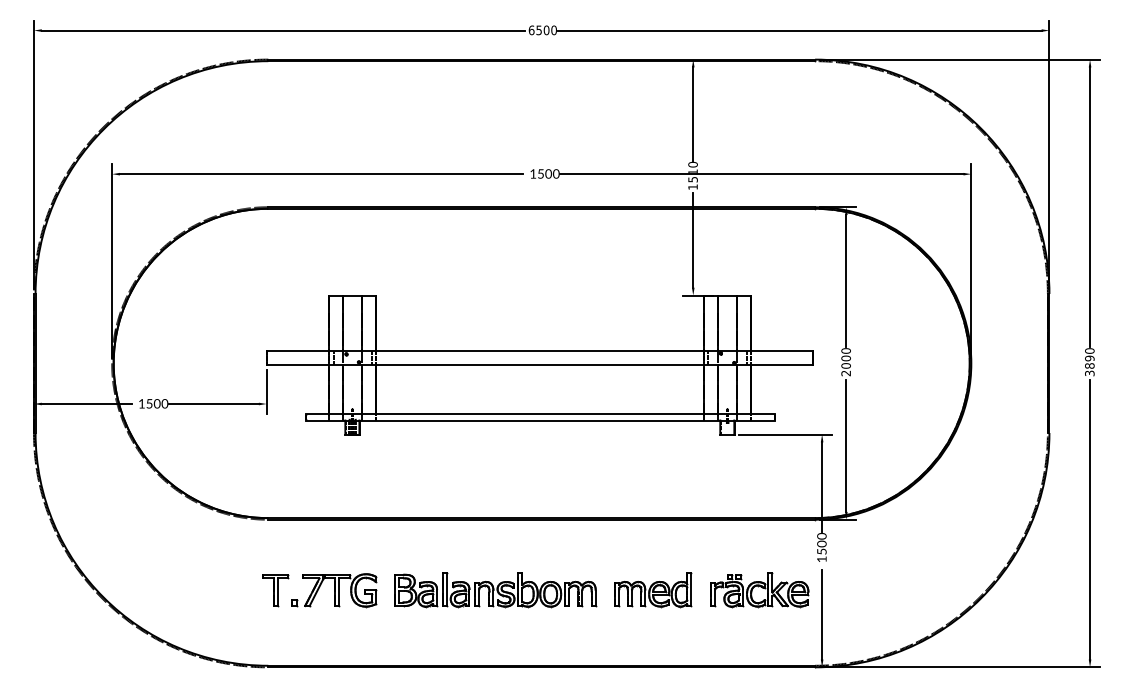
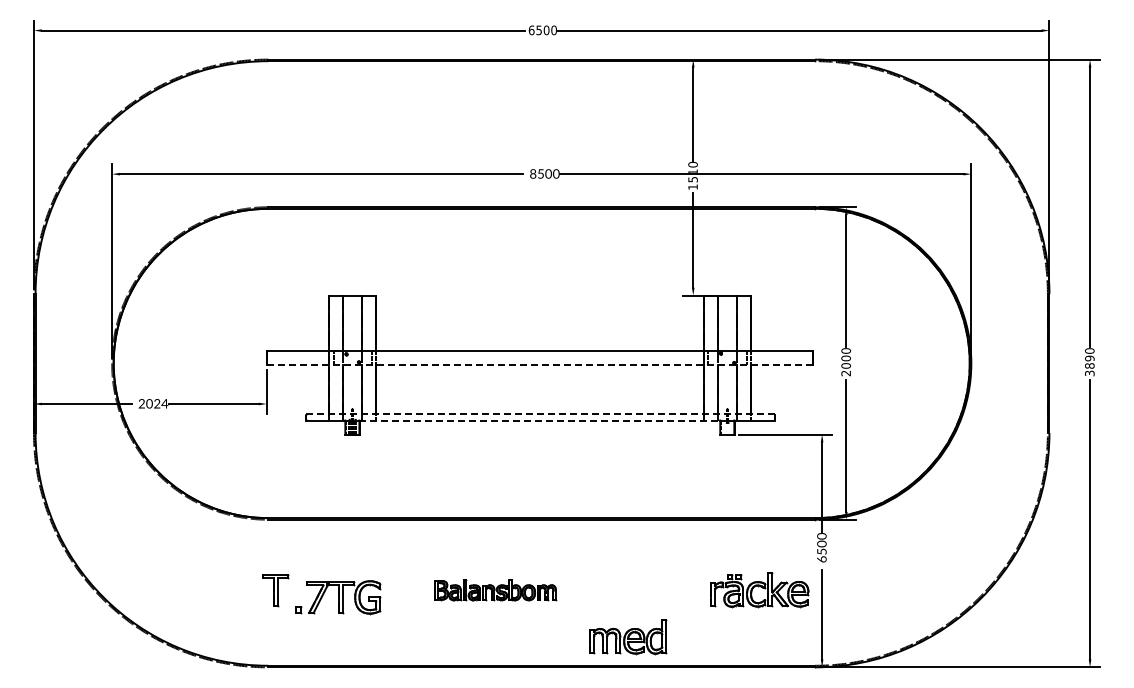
text at (533, 173): 1500 -> 8500
line at (540, 365): solid -> dashed
text at (153, 403): 1500 -> 2024
line at (540, 414): solid -> dashed
line at (540, 420): solid -> dashed
text at (821, 559): 1500 -> 6500
part at (334, 590) position: (334, 590) -> (338, 597)
part at (495, 590) size: 204x37 px -> 124x23 px
part at (653, 590) position: (653, 590) -> (628, 637)
